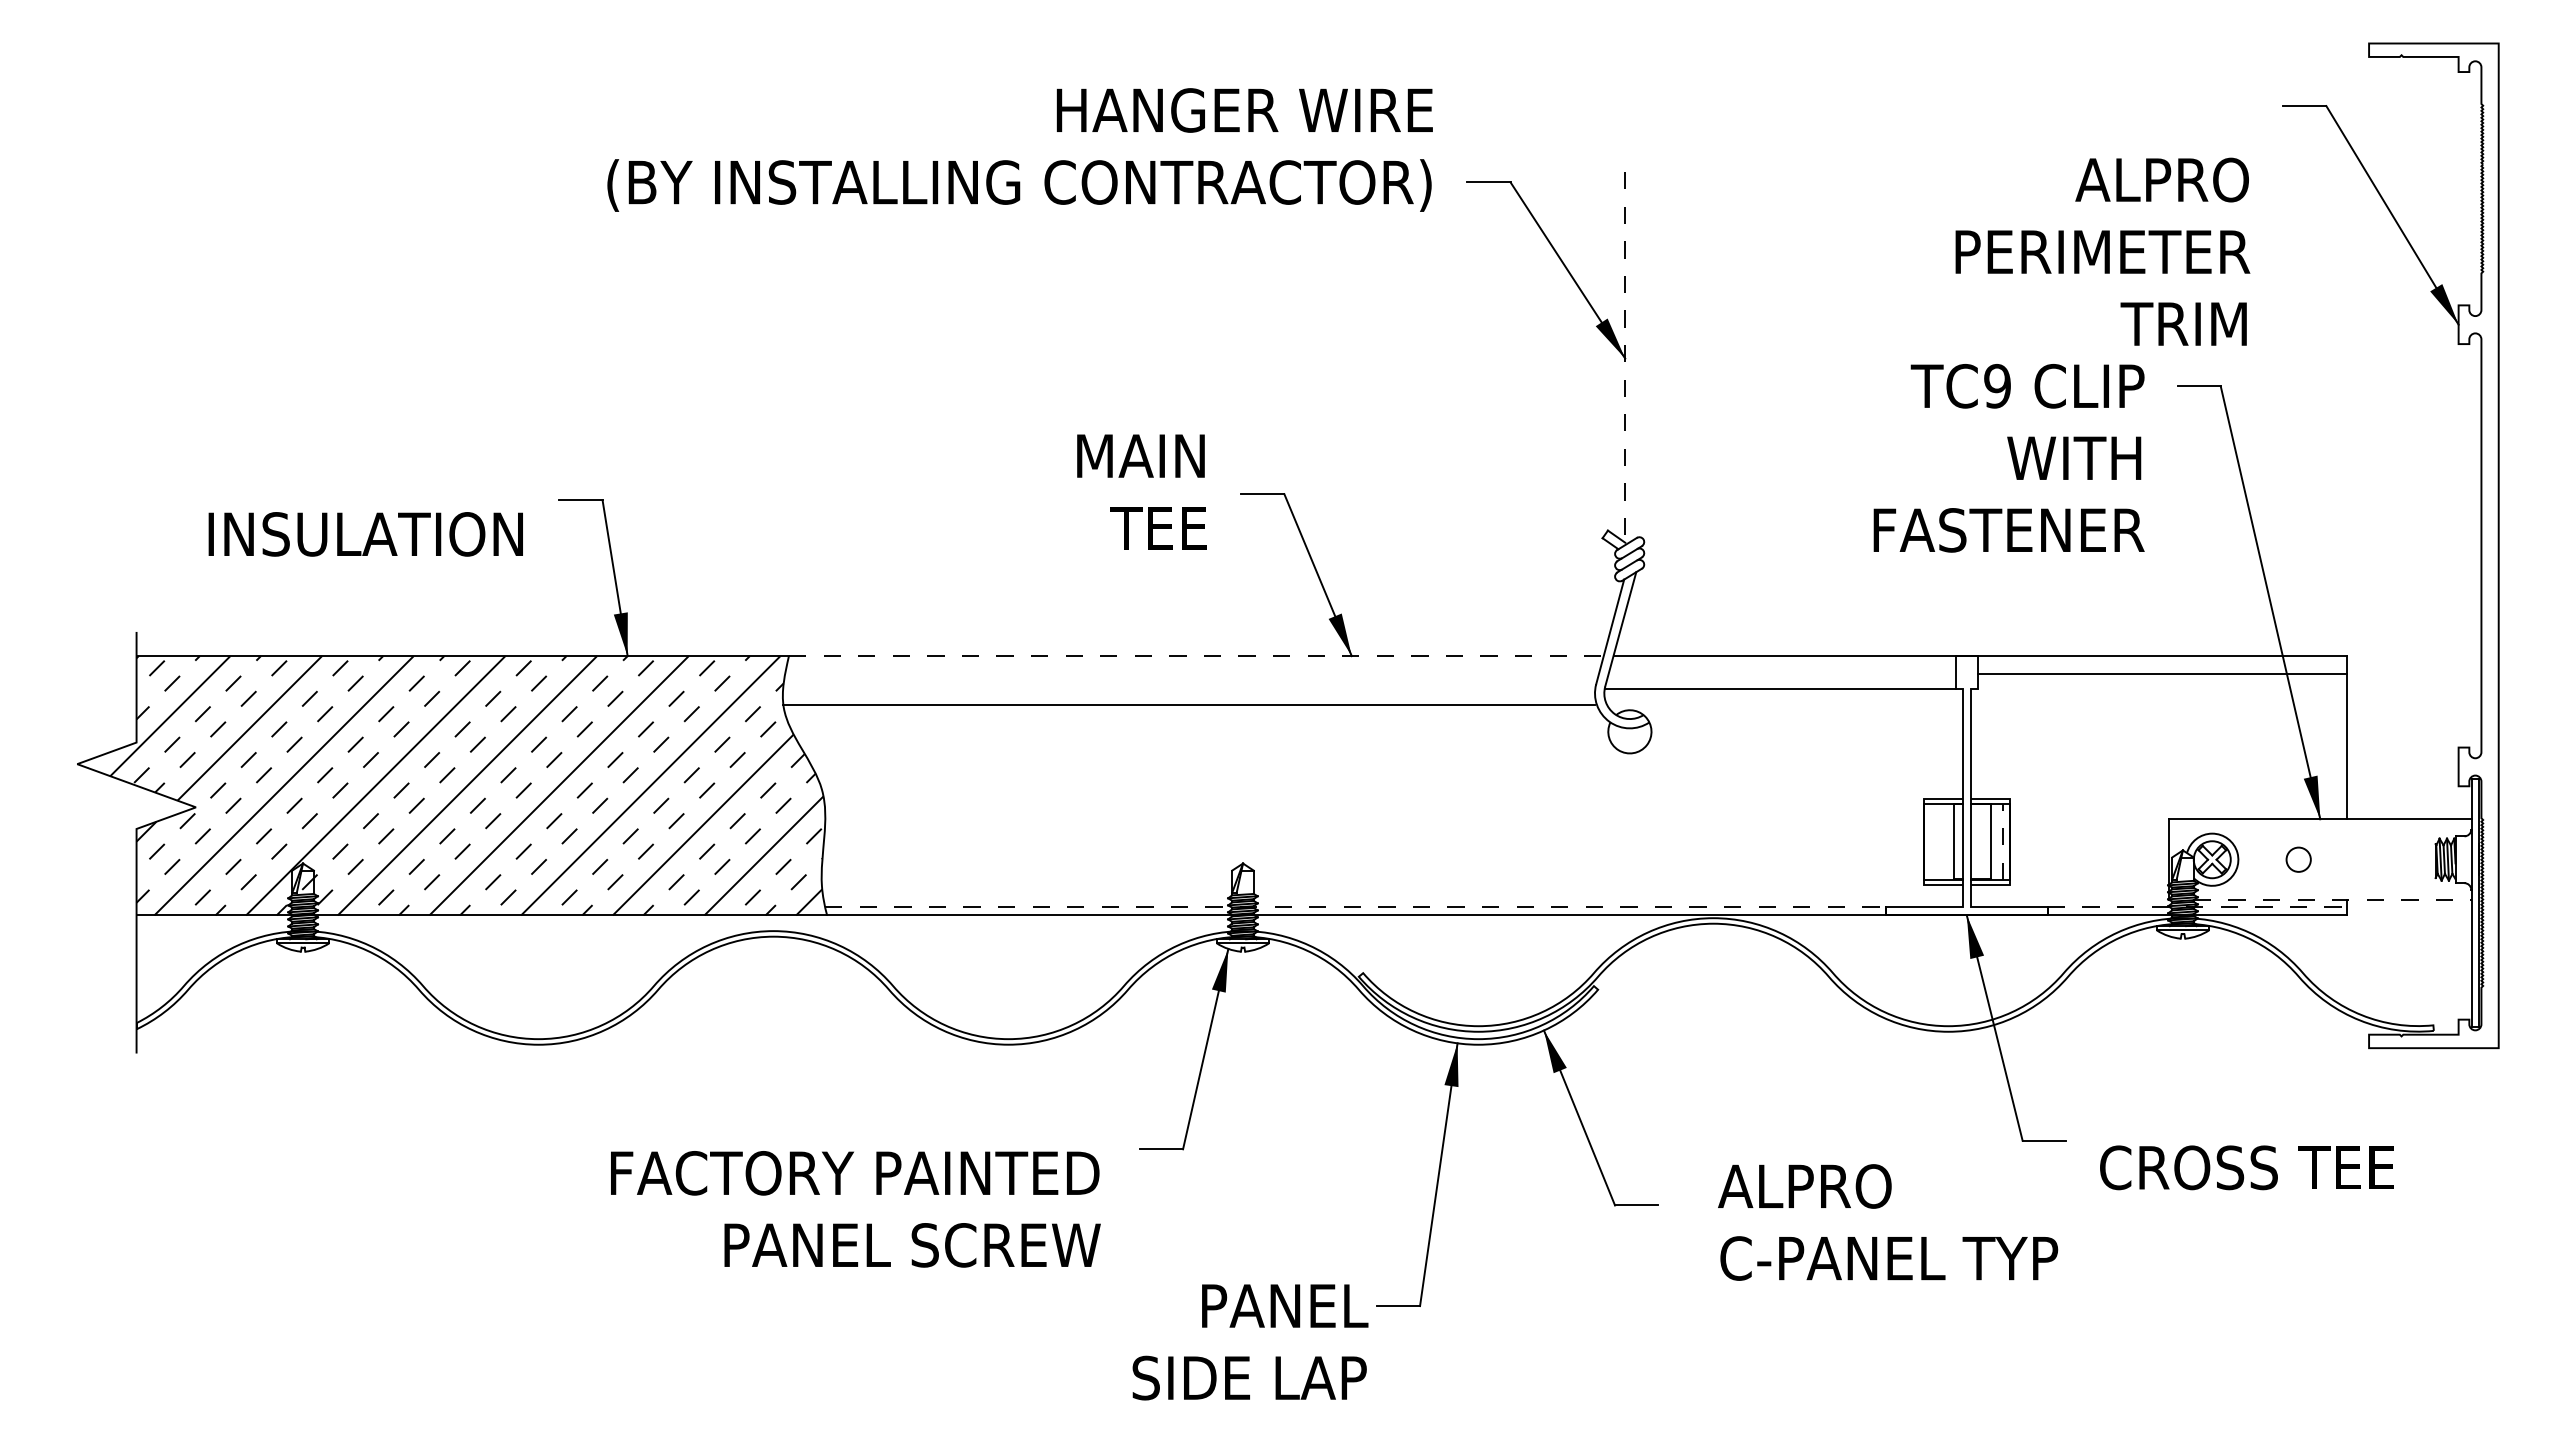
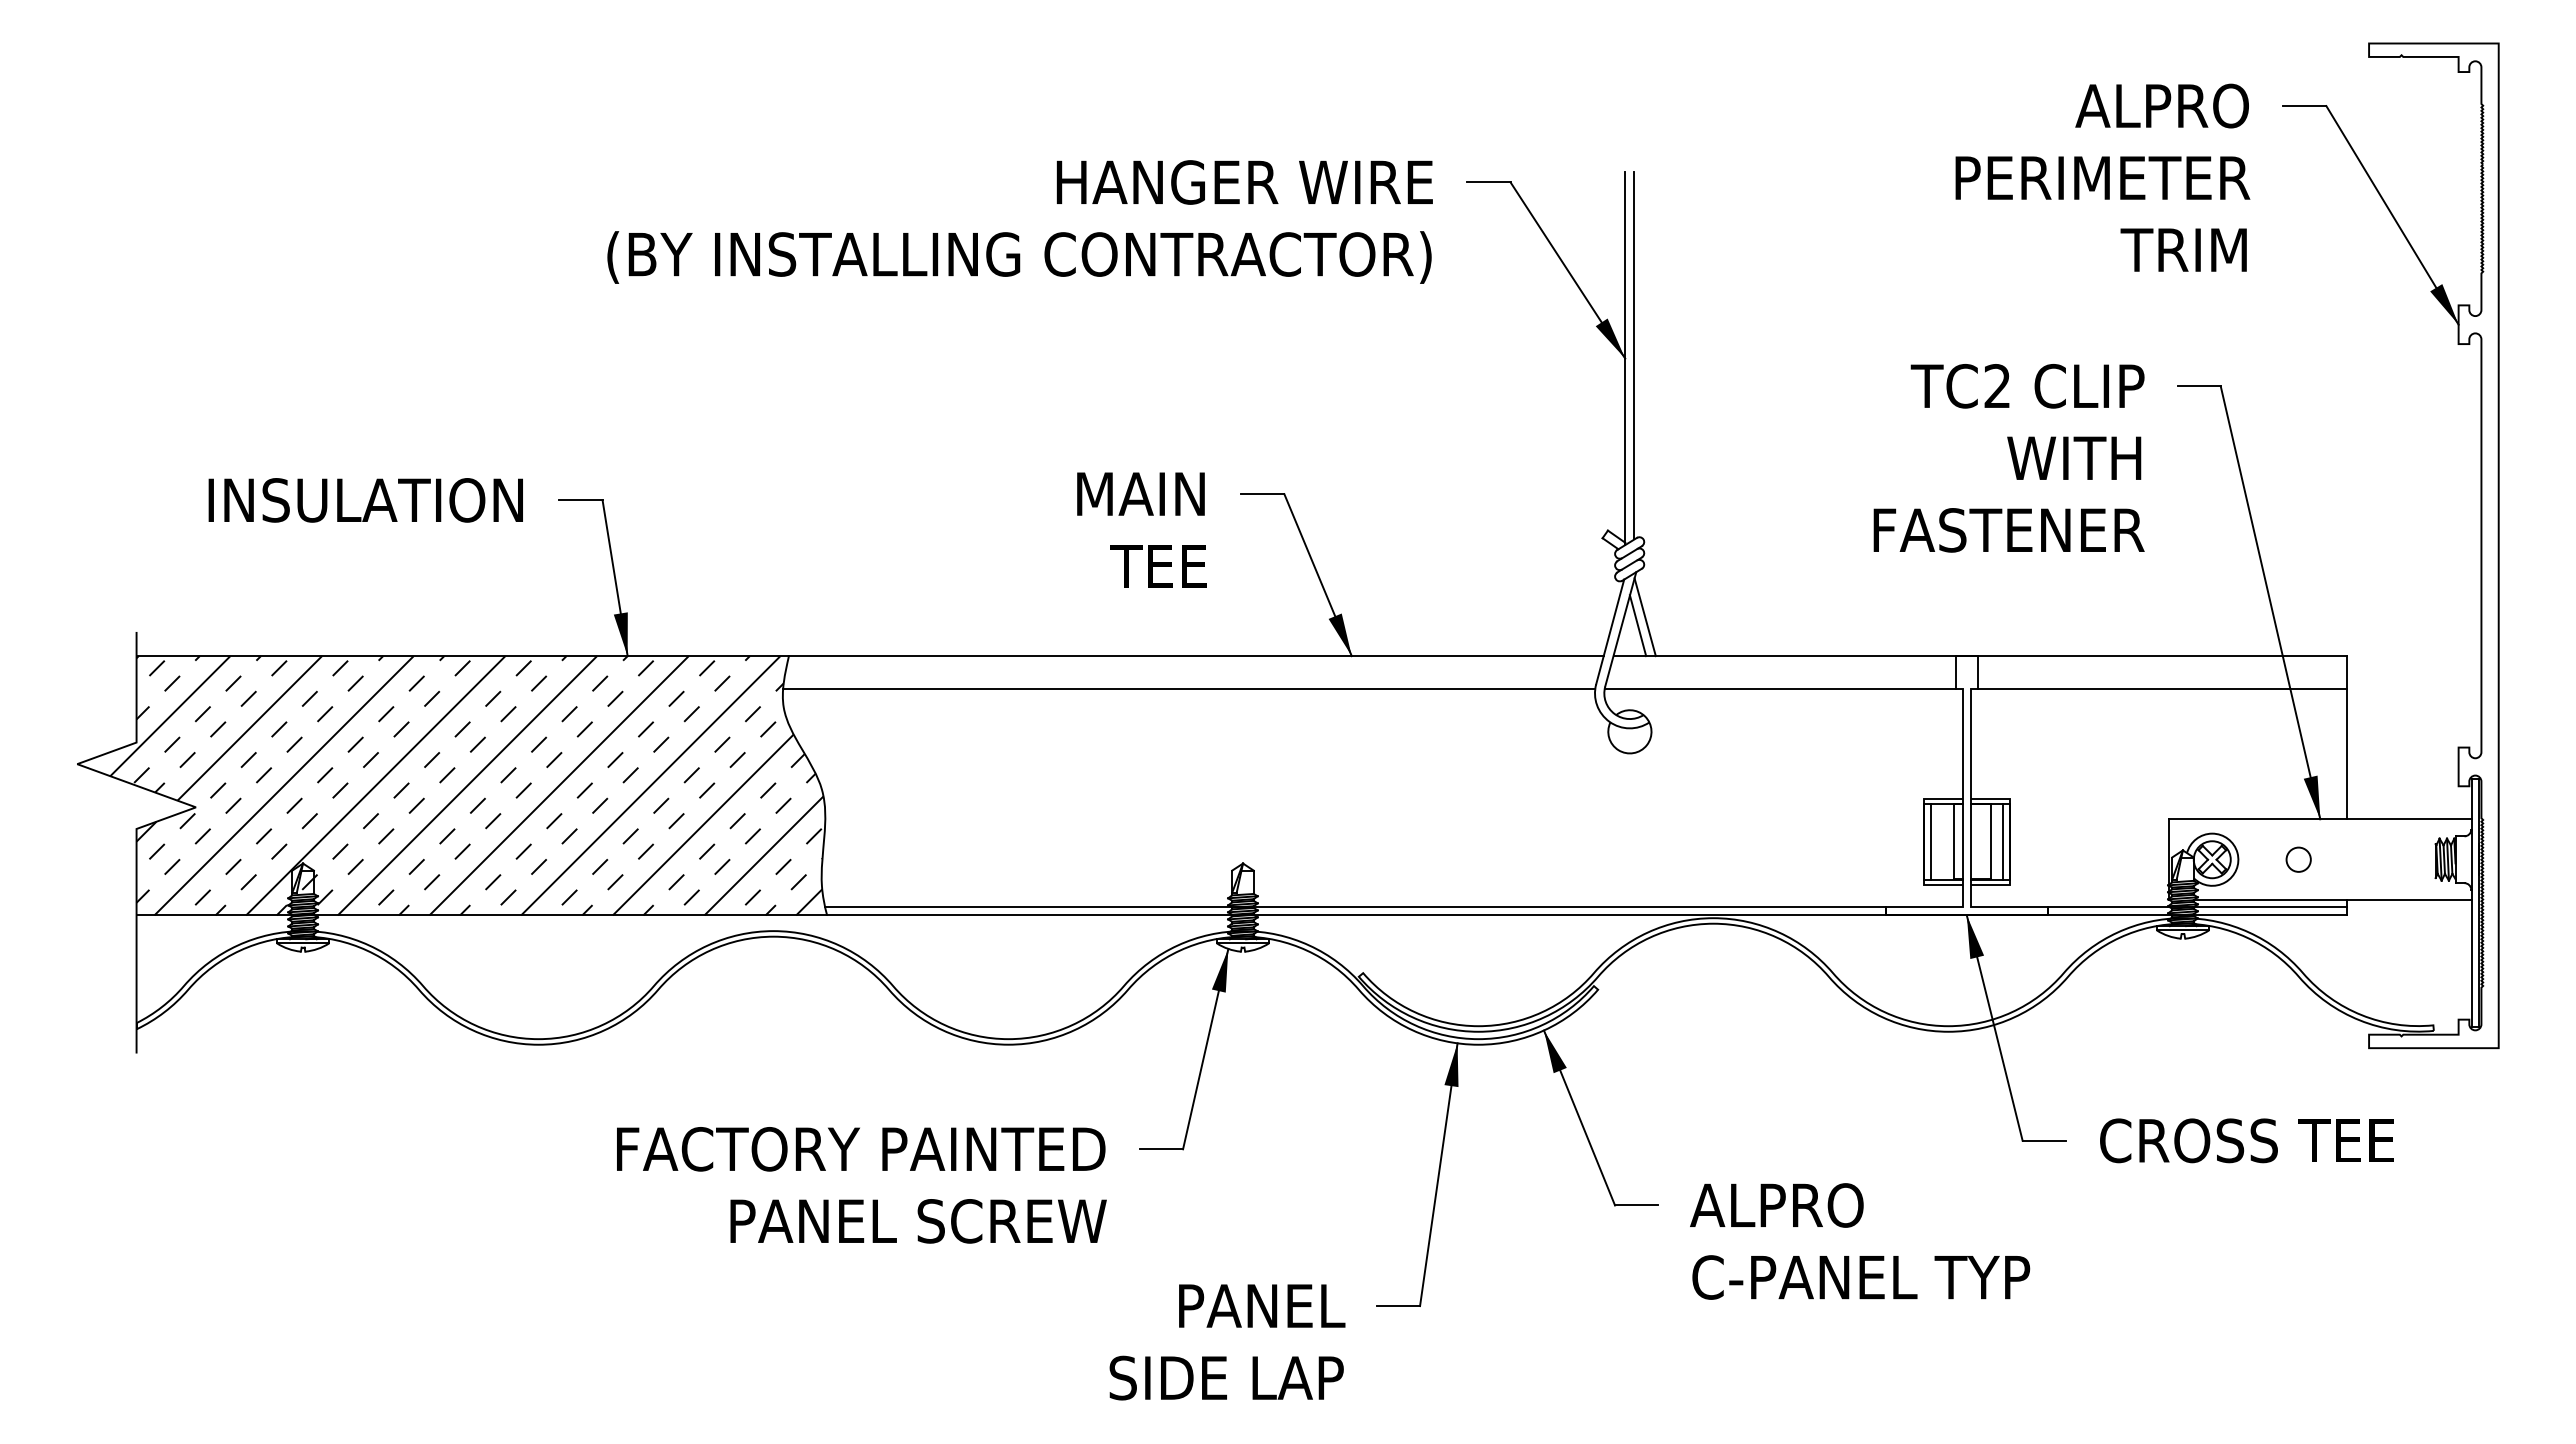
text at (1019, 149) position: (1019, 149) -> (1019, 221)
text at (2102, 251) position: (2102, 251) -> (2102, 177)
line at (1634, 355): none -> present
line at (1625, 358): dashed -> solid
text at (1997, 386): TC9 -> TC2
text at (1141, 491) position: (1141, 491) -> (1141, 529)
text at (365, 534) position: (365, 534) -> (365, 500)
line at (1644, 617): none -> present
line at (1637, 625): none -> present
line at (1196, 656): dashed -> solid
line at (2162, 673) position: (2162, 673) -> (2162, 688)
line at (1189, 704) position: (1189, 704) -> (1189, 688)
line at (1931, 841): none -> present
line at (2002, 841): dashed -> solid
line at (2332, 900): dashed -> solid
line at (1355, 906): dashed -> solid
line at (2197, 906): dashed -> solid
text at (2246, 1167) position: (2246, 1167) -> (2246, 1140)
text at (855, 1209) position: (855, 1209) -> (861, 1185)
text at (1888, 1222) position: (1888, 1222) -> (1860, 1241)
text at (1250, 1342) position: (1250, 1342) -> (1227, 1342)
